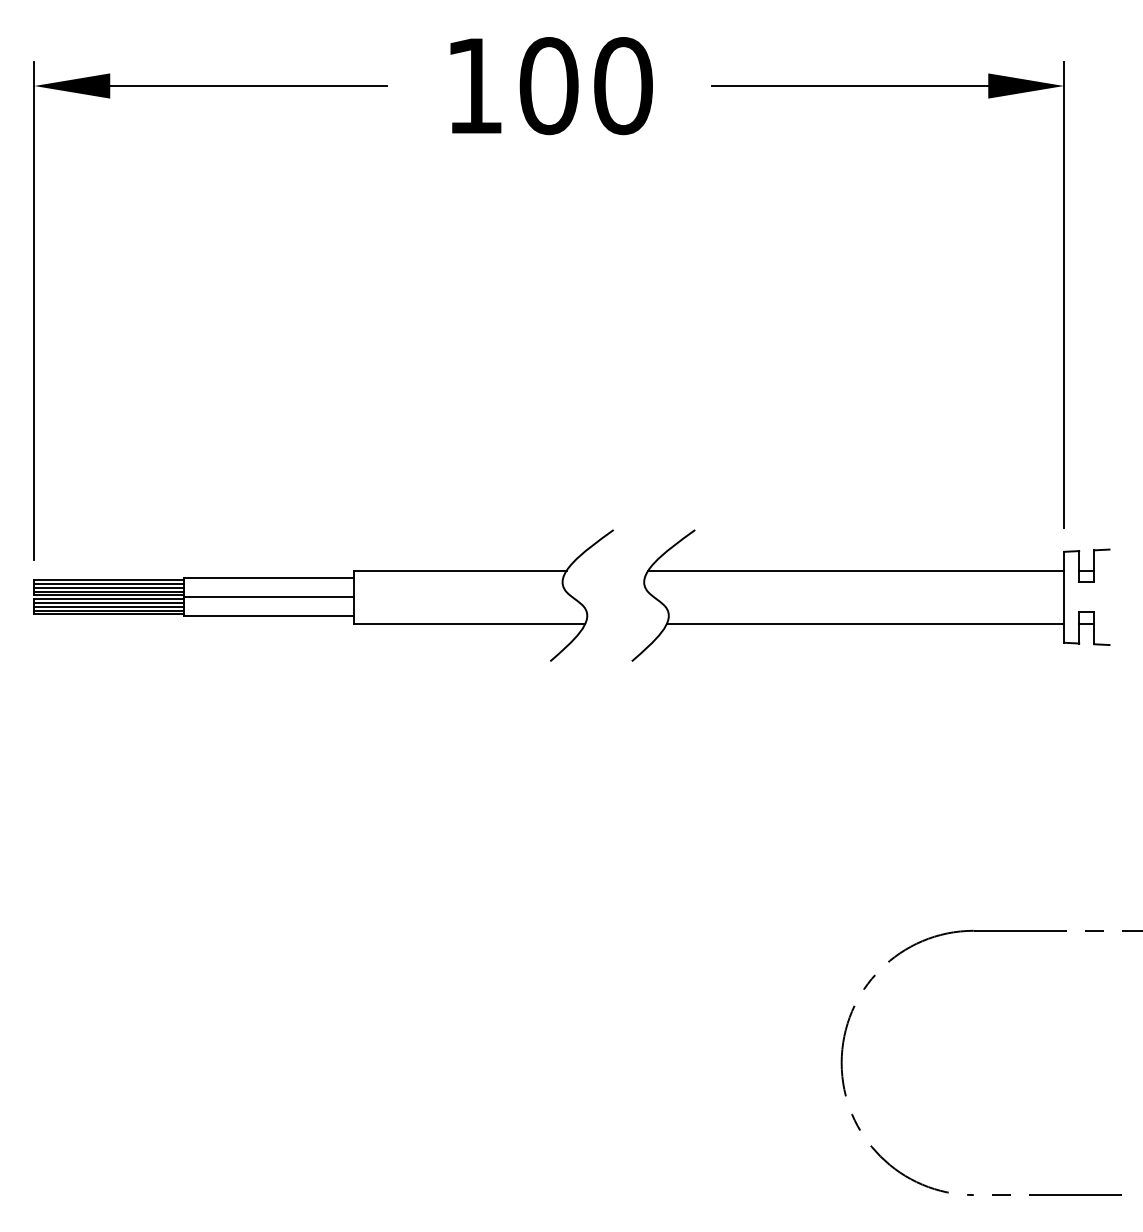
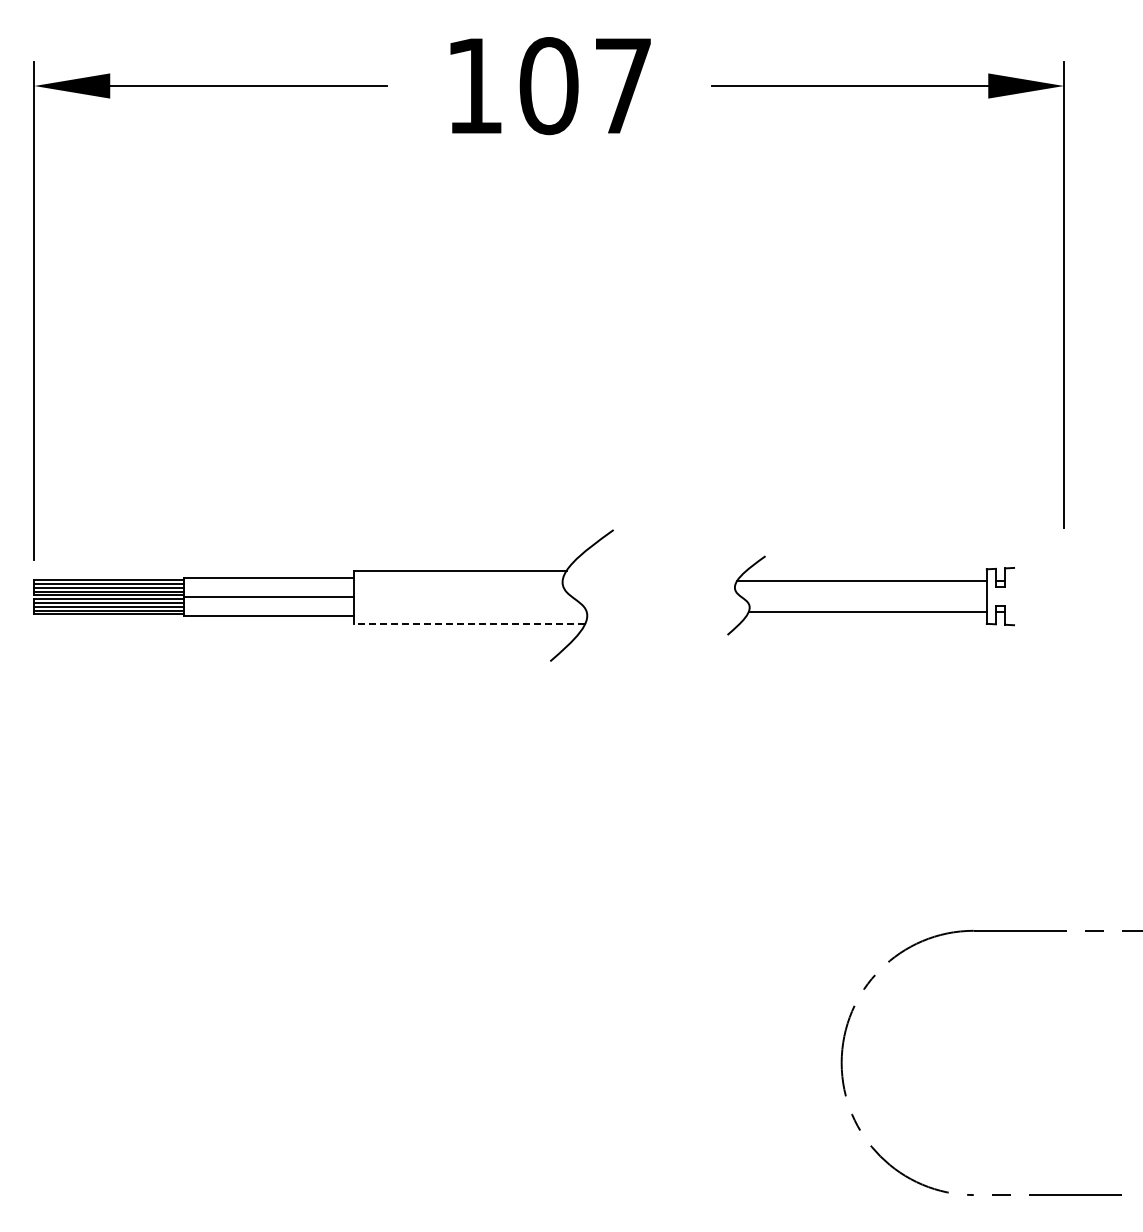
text at (623, 86): 100 -> 107
part at (870, 595) size: 480x133 px -> 288x81 px
line at (469, 623): solid -> dashed
